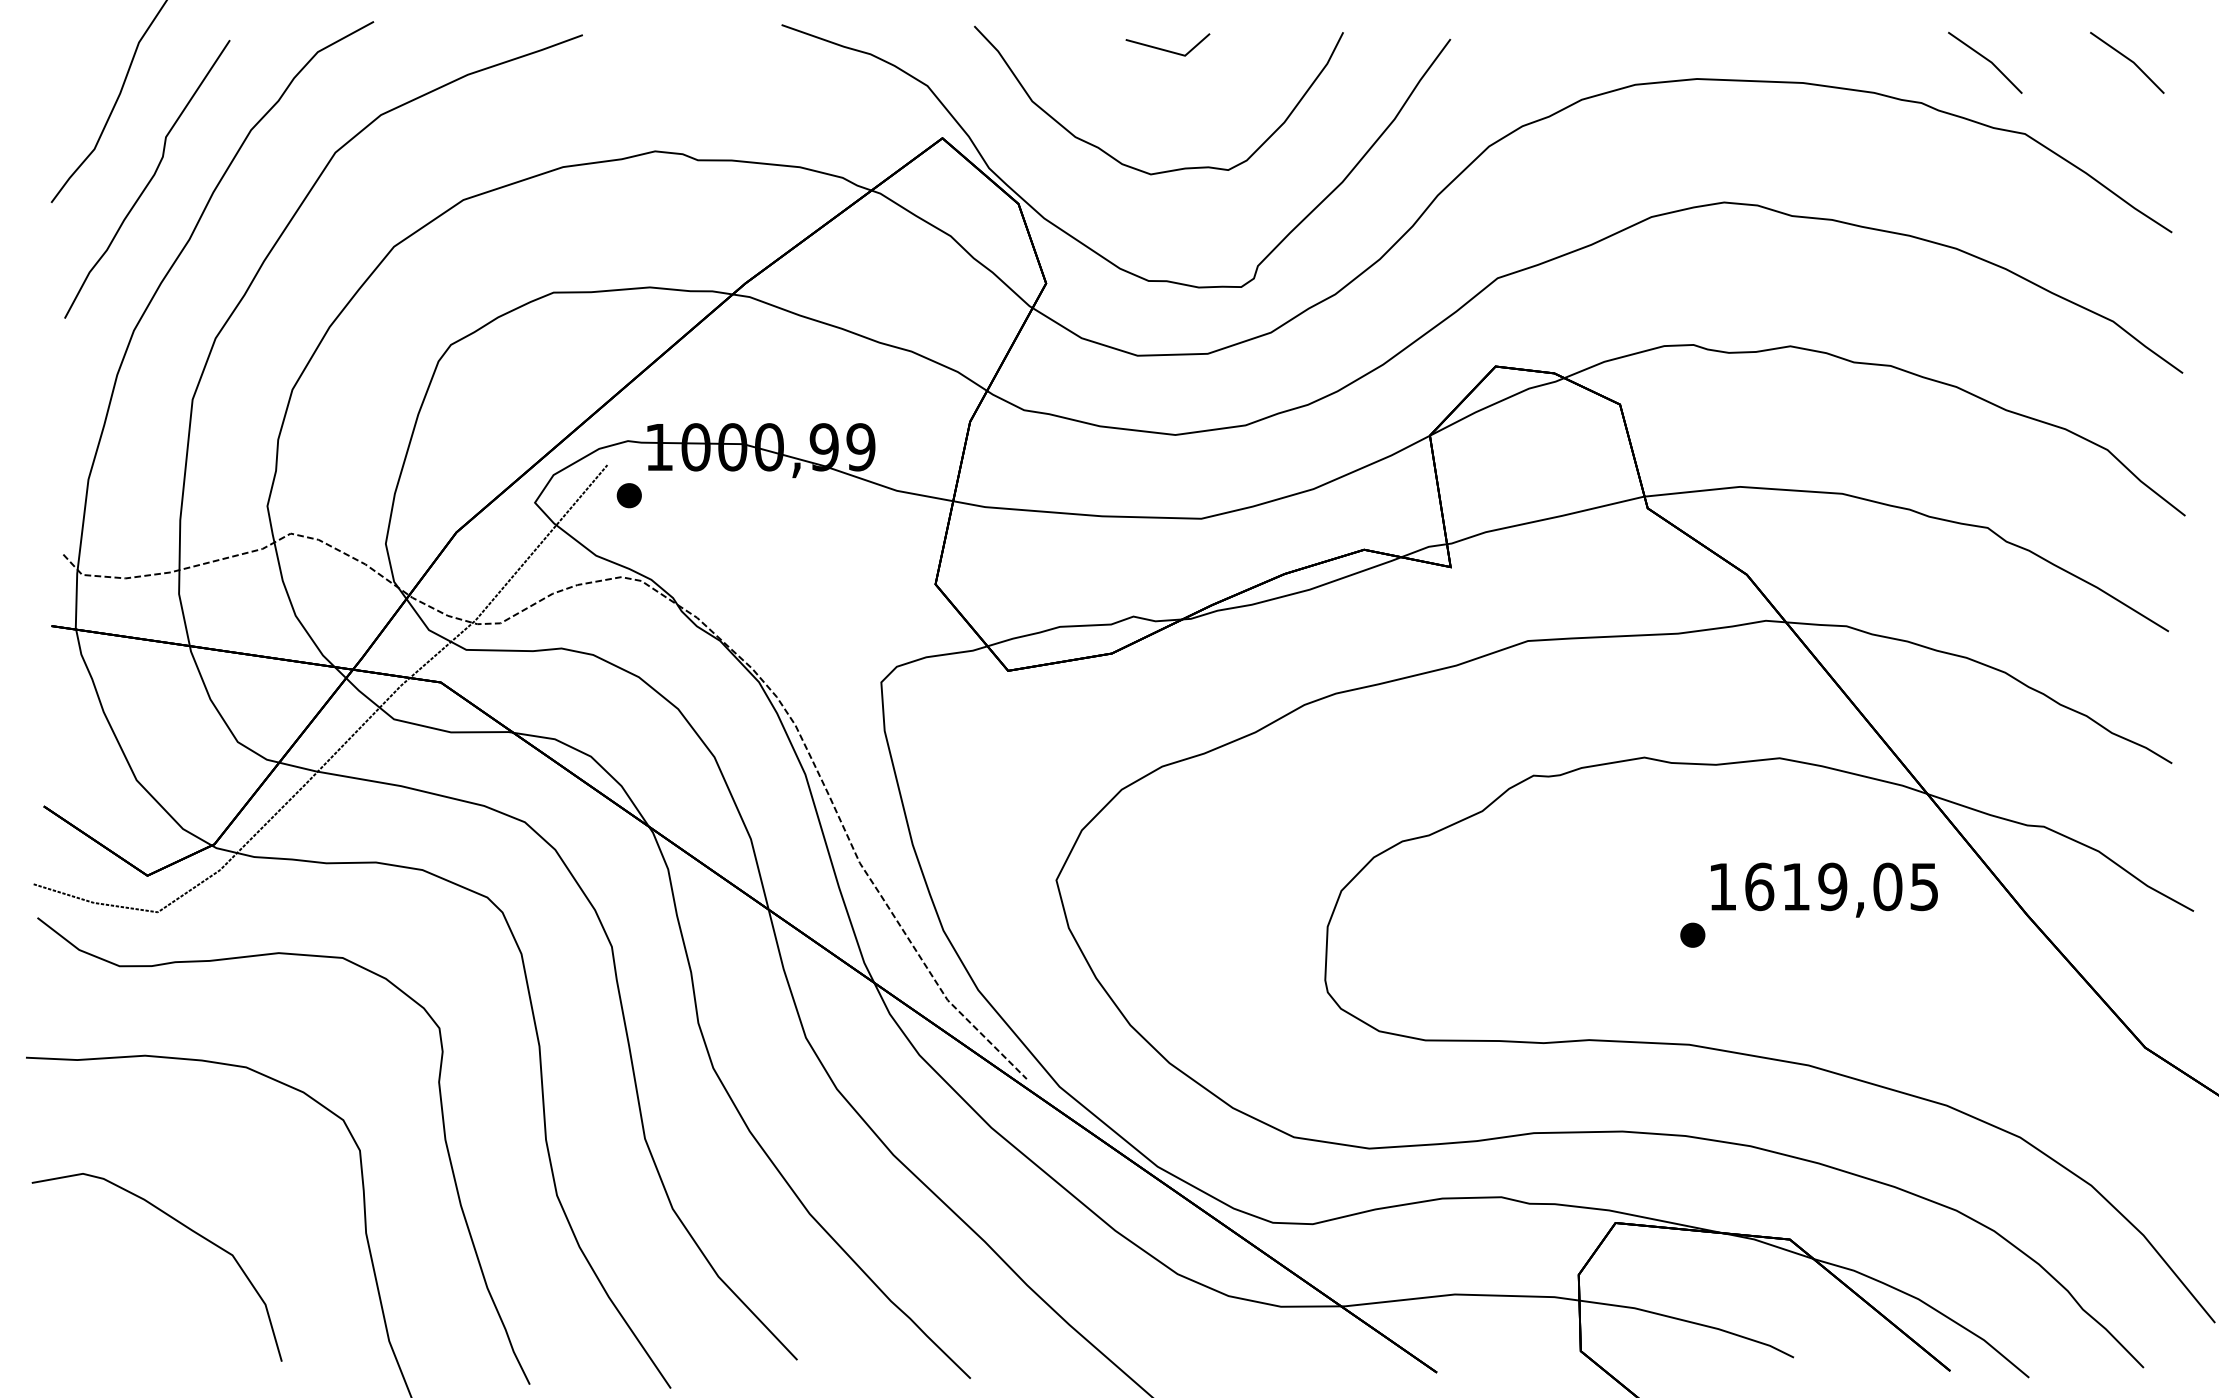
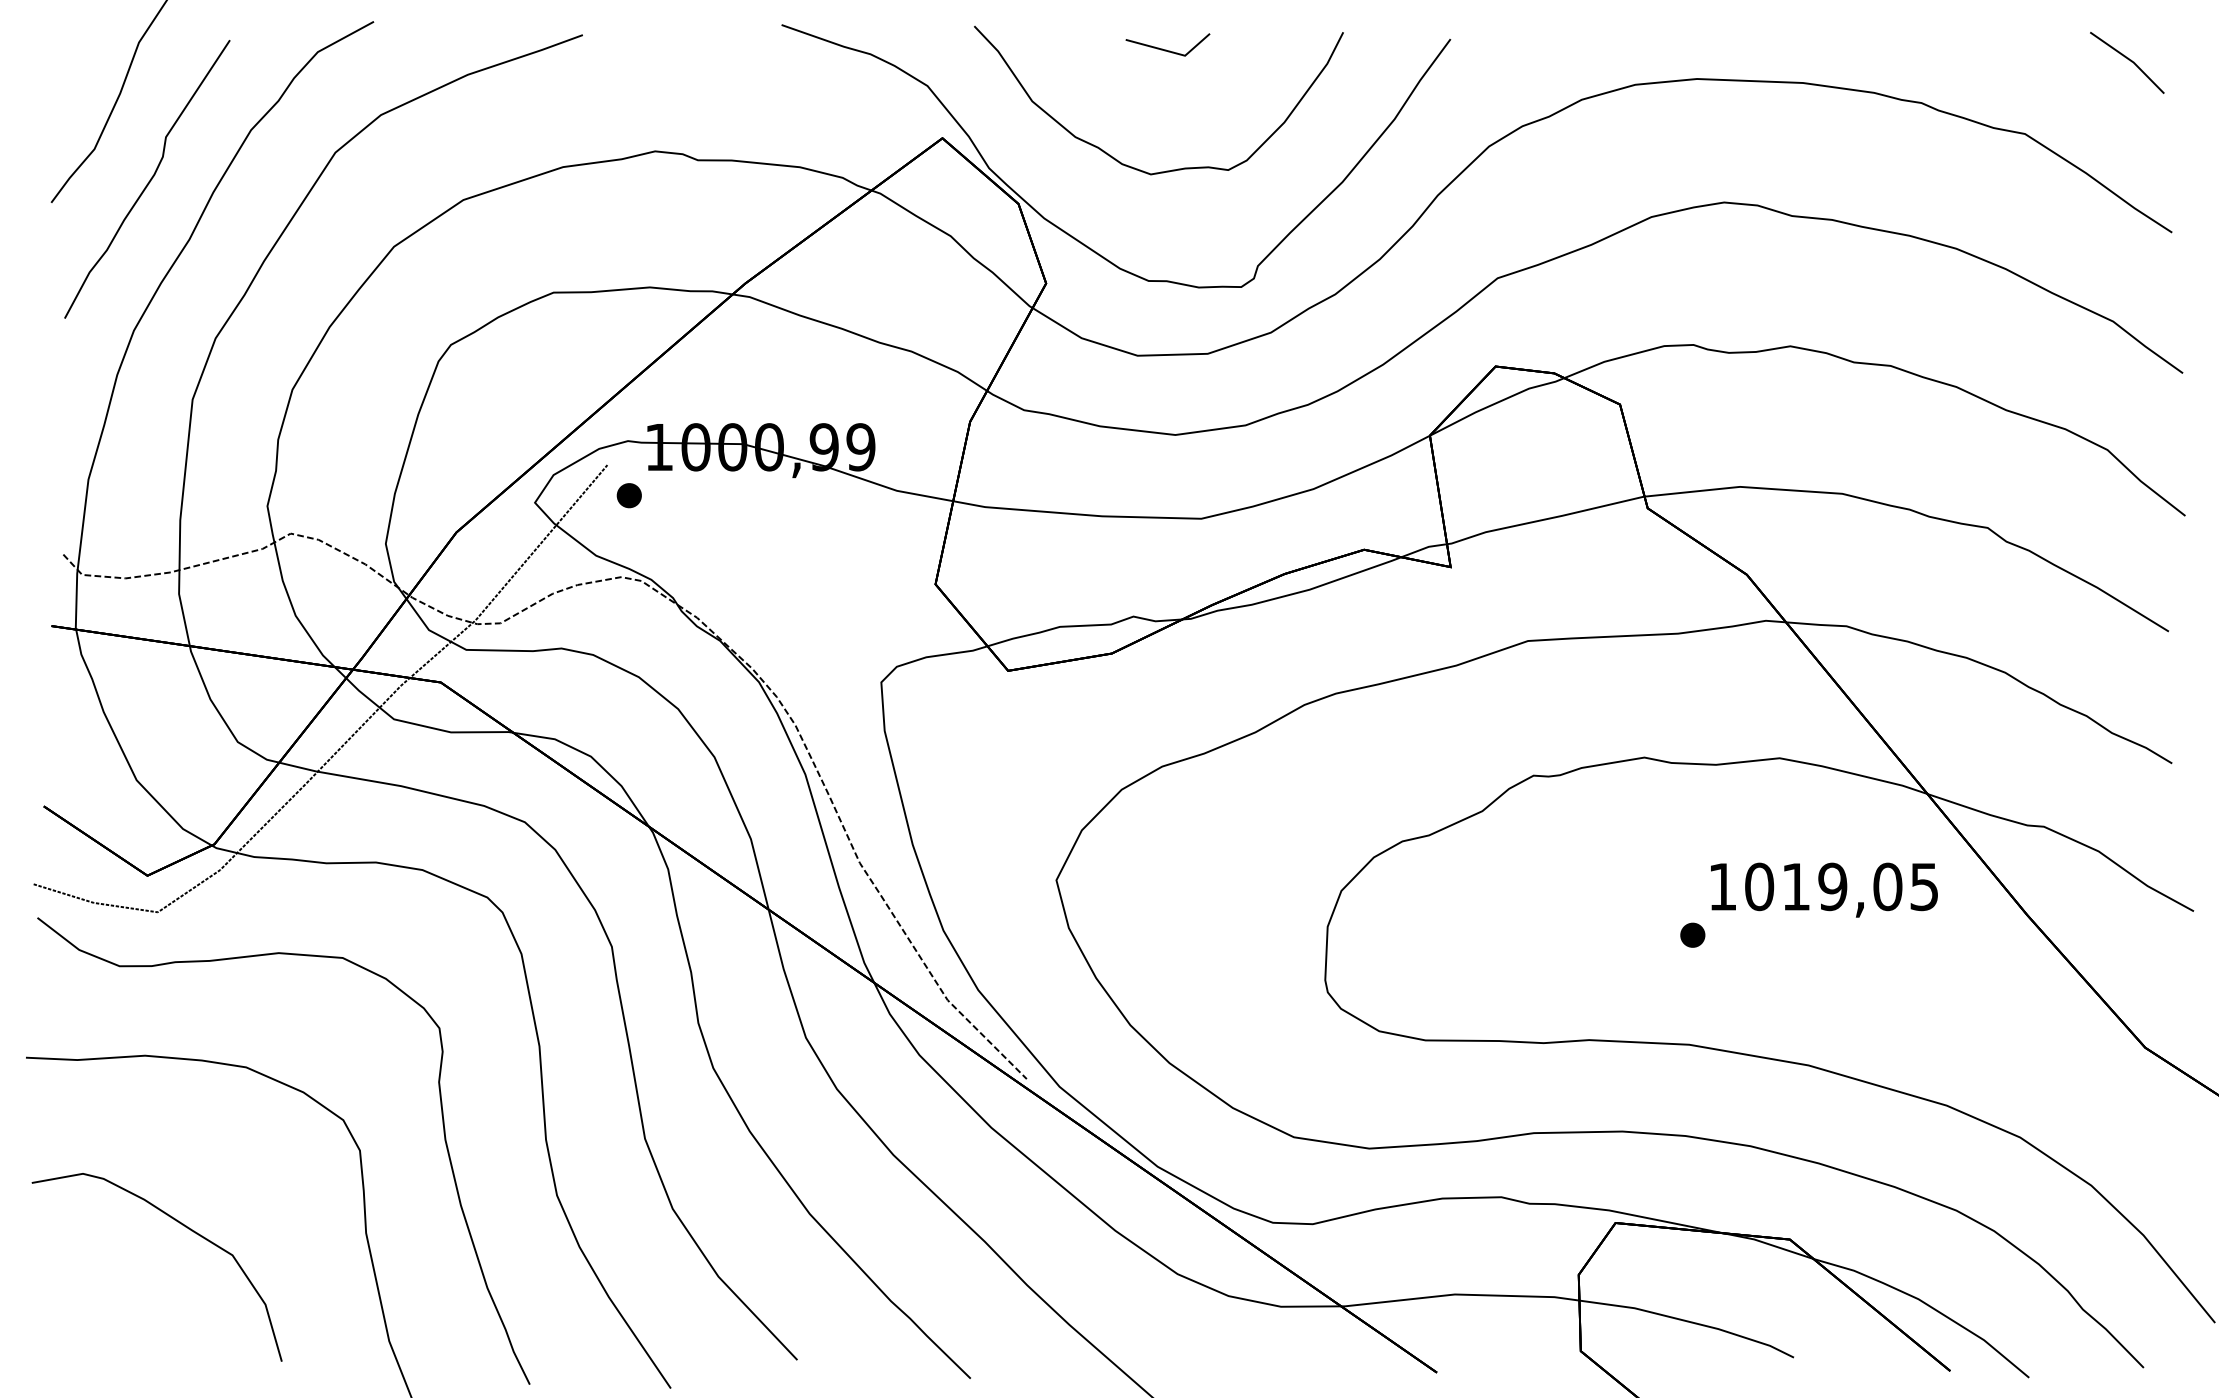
line at (1986, 60): present -> none
text at (1759, 886): 1619,05 -> 1019,05
